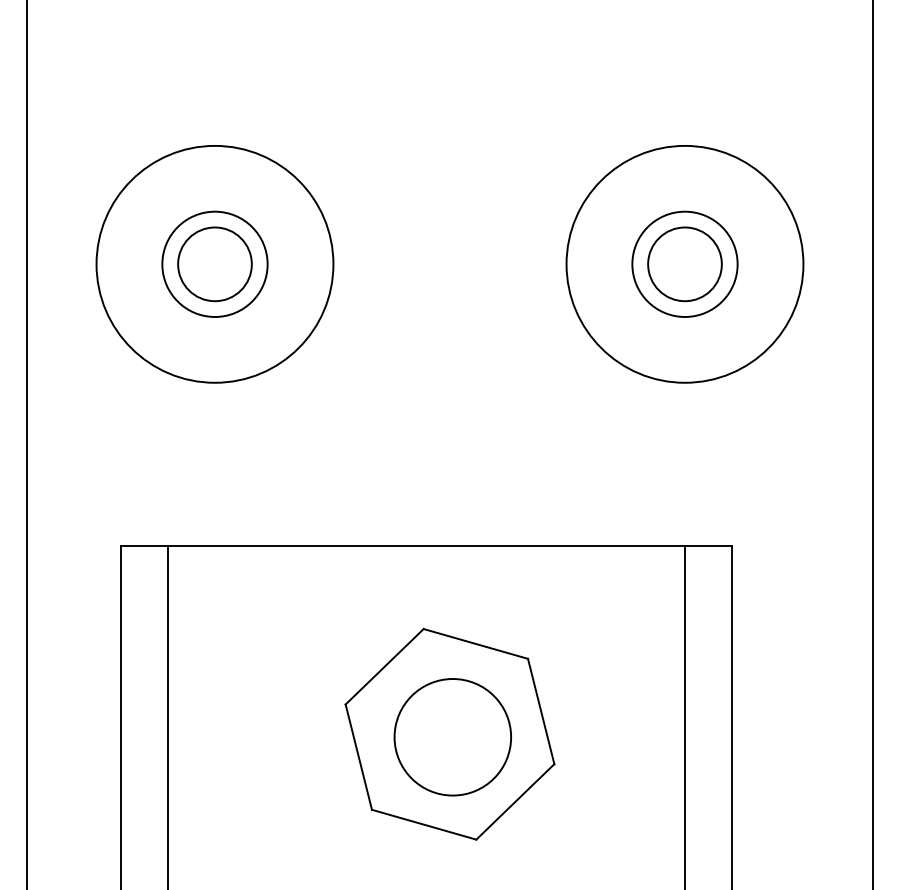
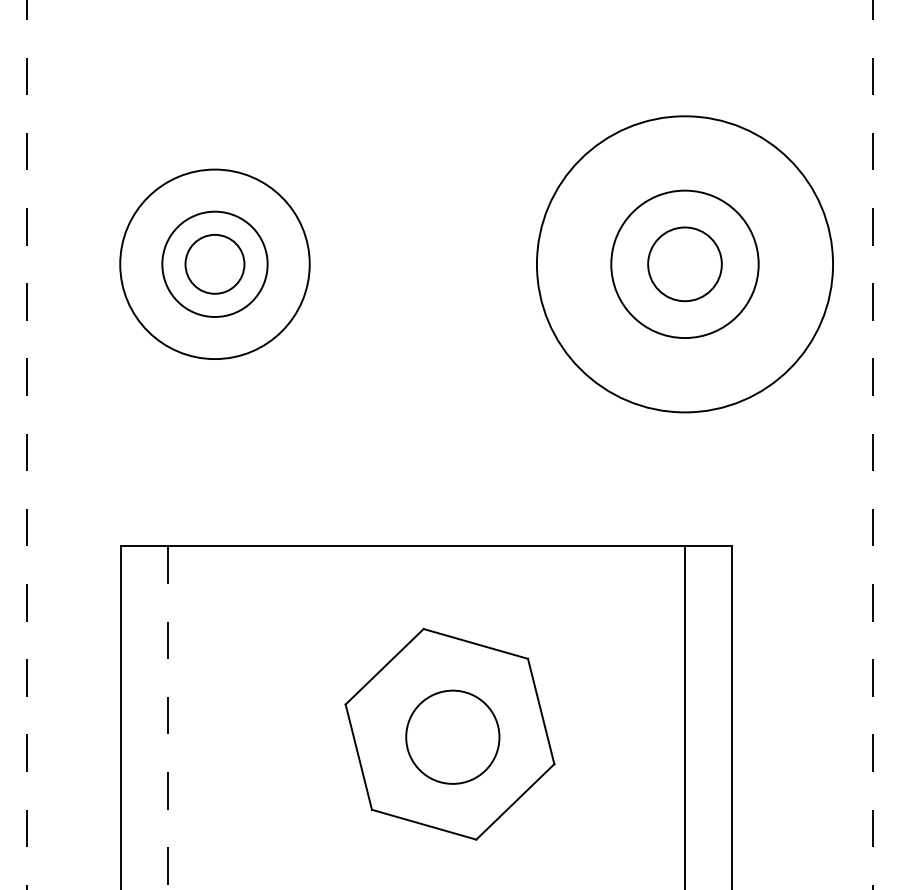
circle at (214, 263) diameter: 237 px -> 190 px
circle at (684, 263) diameter: 105 px -> 147 px
circle at (684, 263) diameter: 237 px -> 296 px
circle at (214, 264) diameter: 74 px -> 59 px
line at (27, 444): solid -> dashed
line at (873, 445): solid -> dashed
line at (168, 718): solid -> dashed
circle at (452, 737) diameter: 117 px -> 93 px
